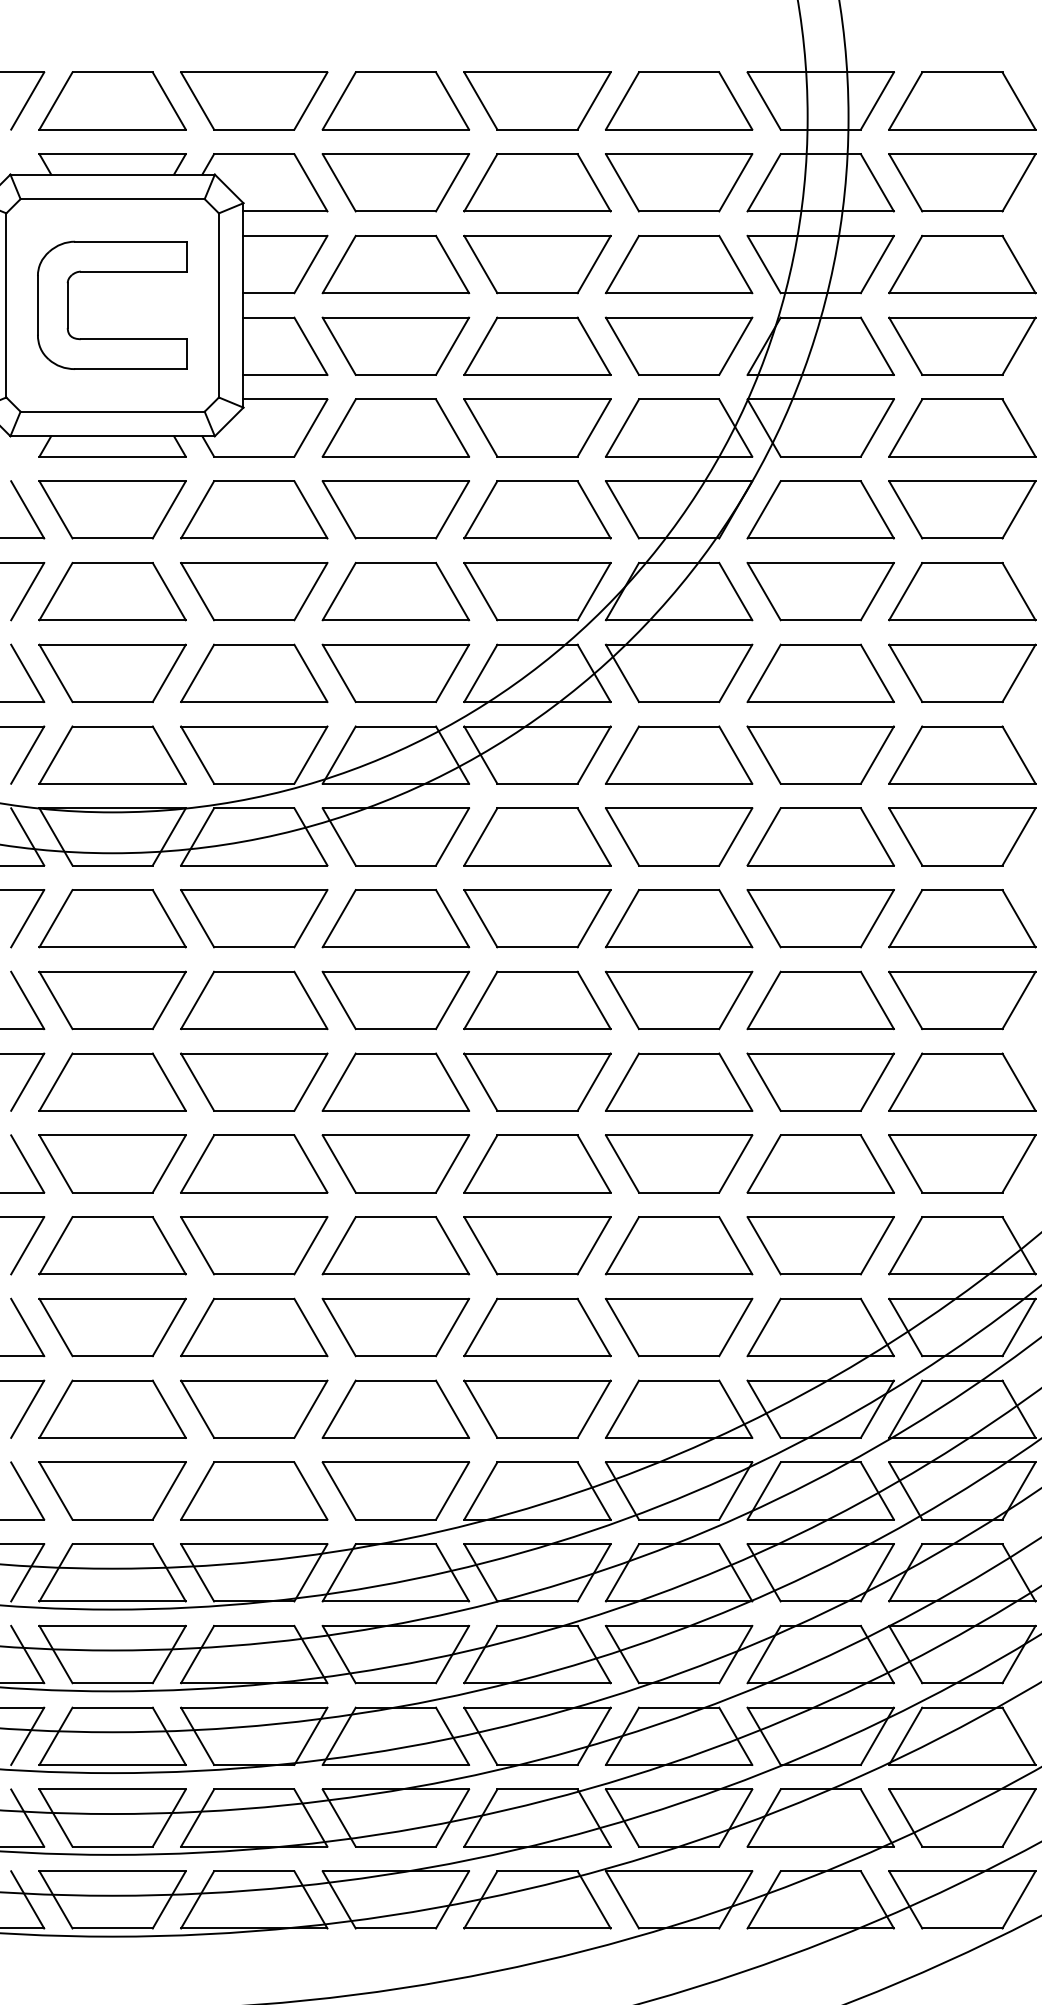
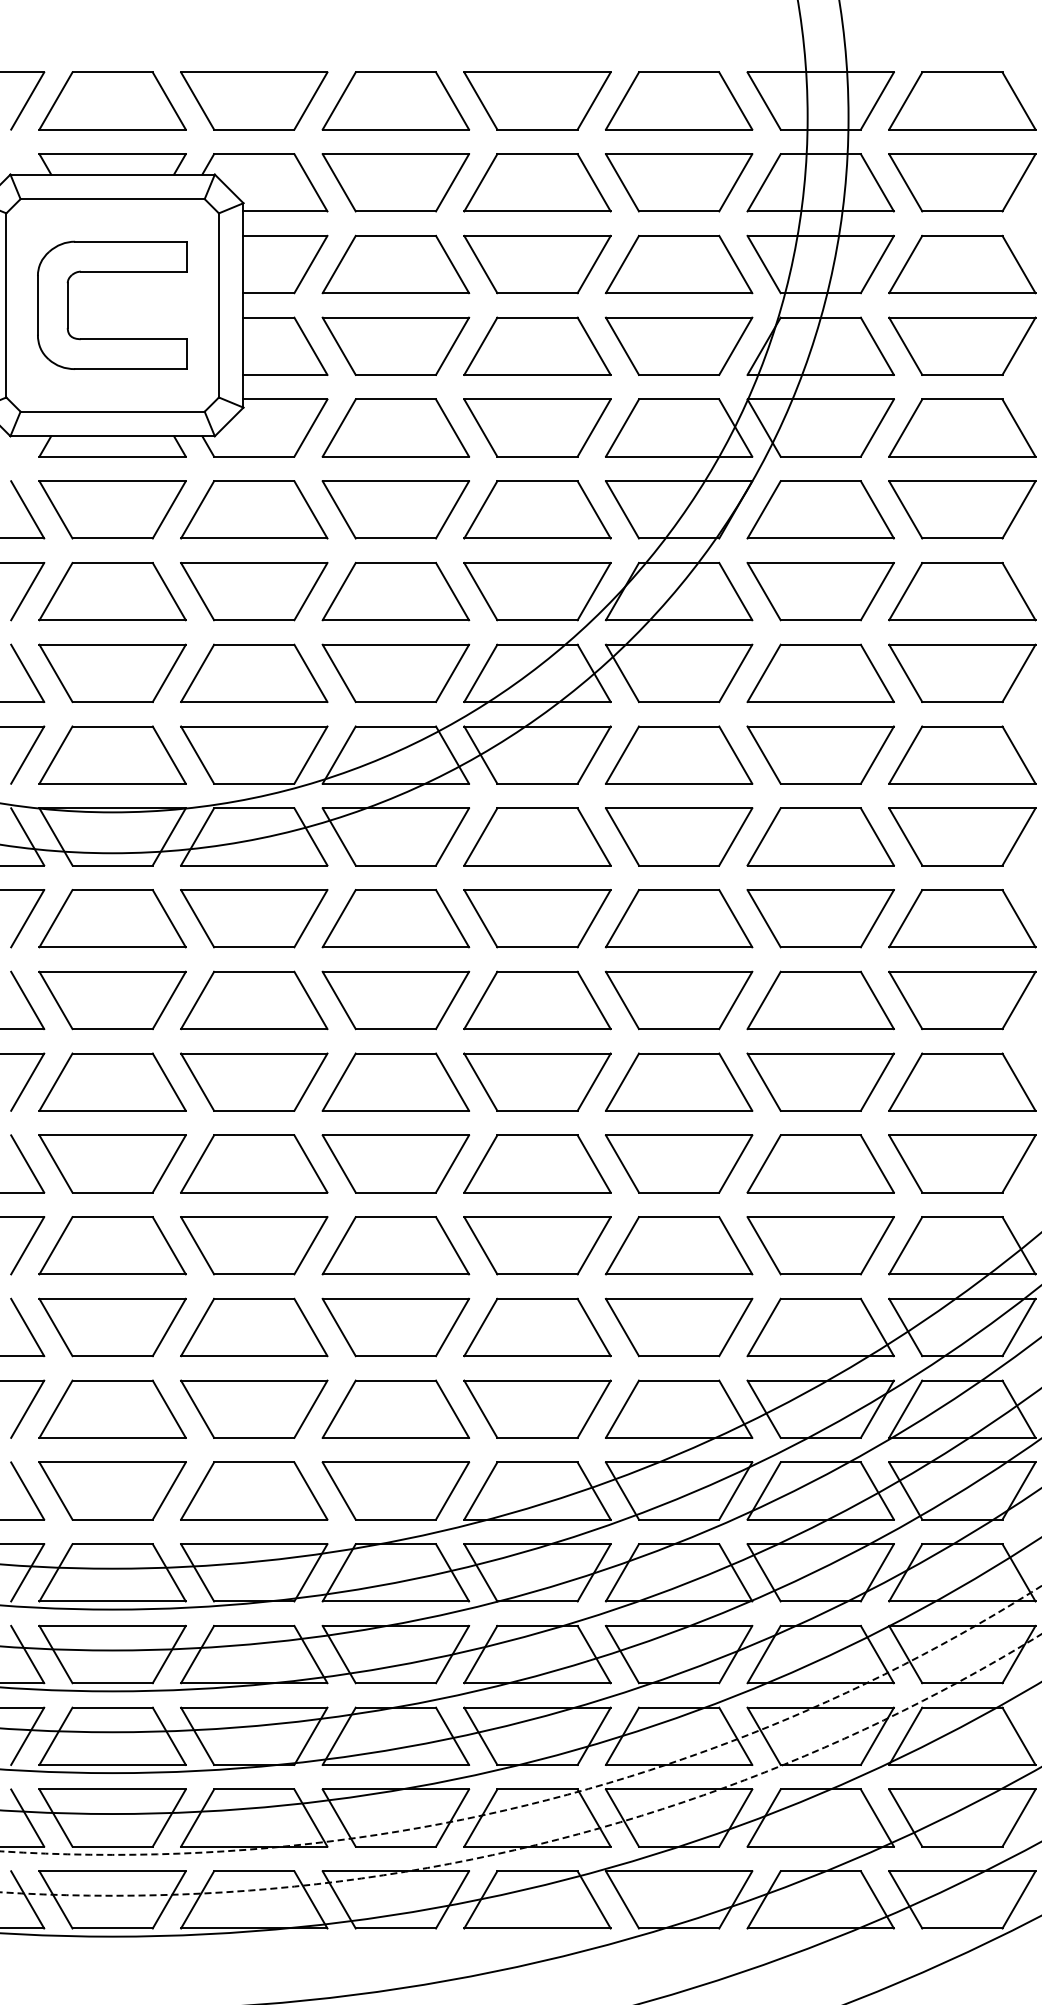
circle at (520, 1719): solid -> dashed
circle at (520, 1764): solid -> dashed
